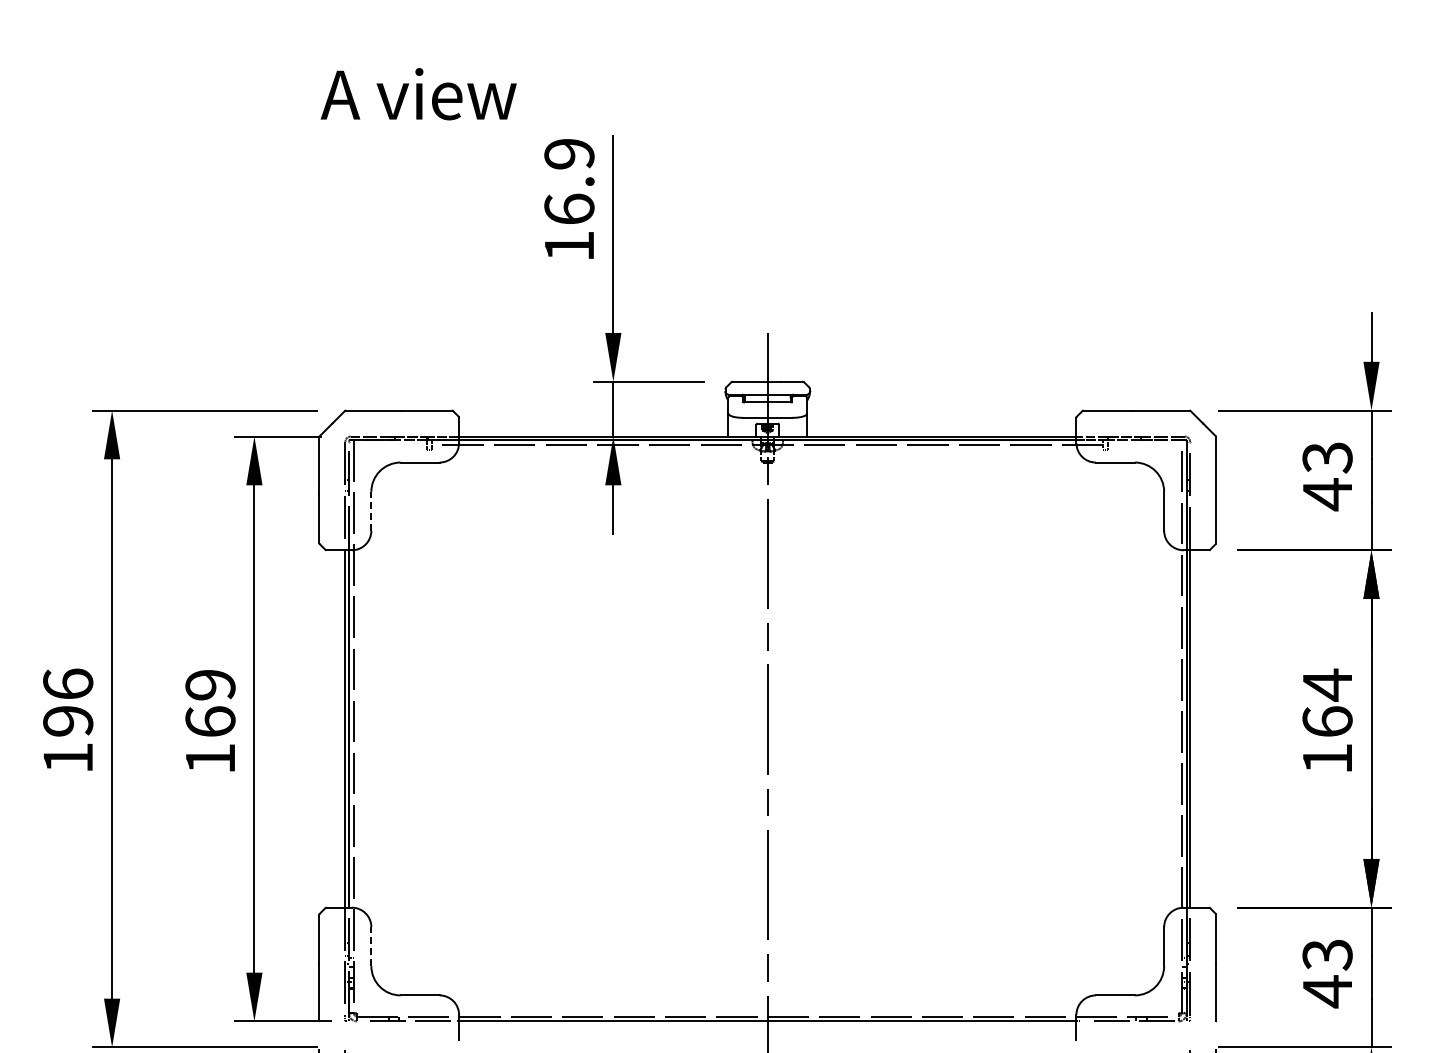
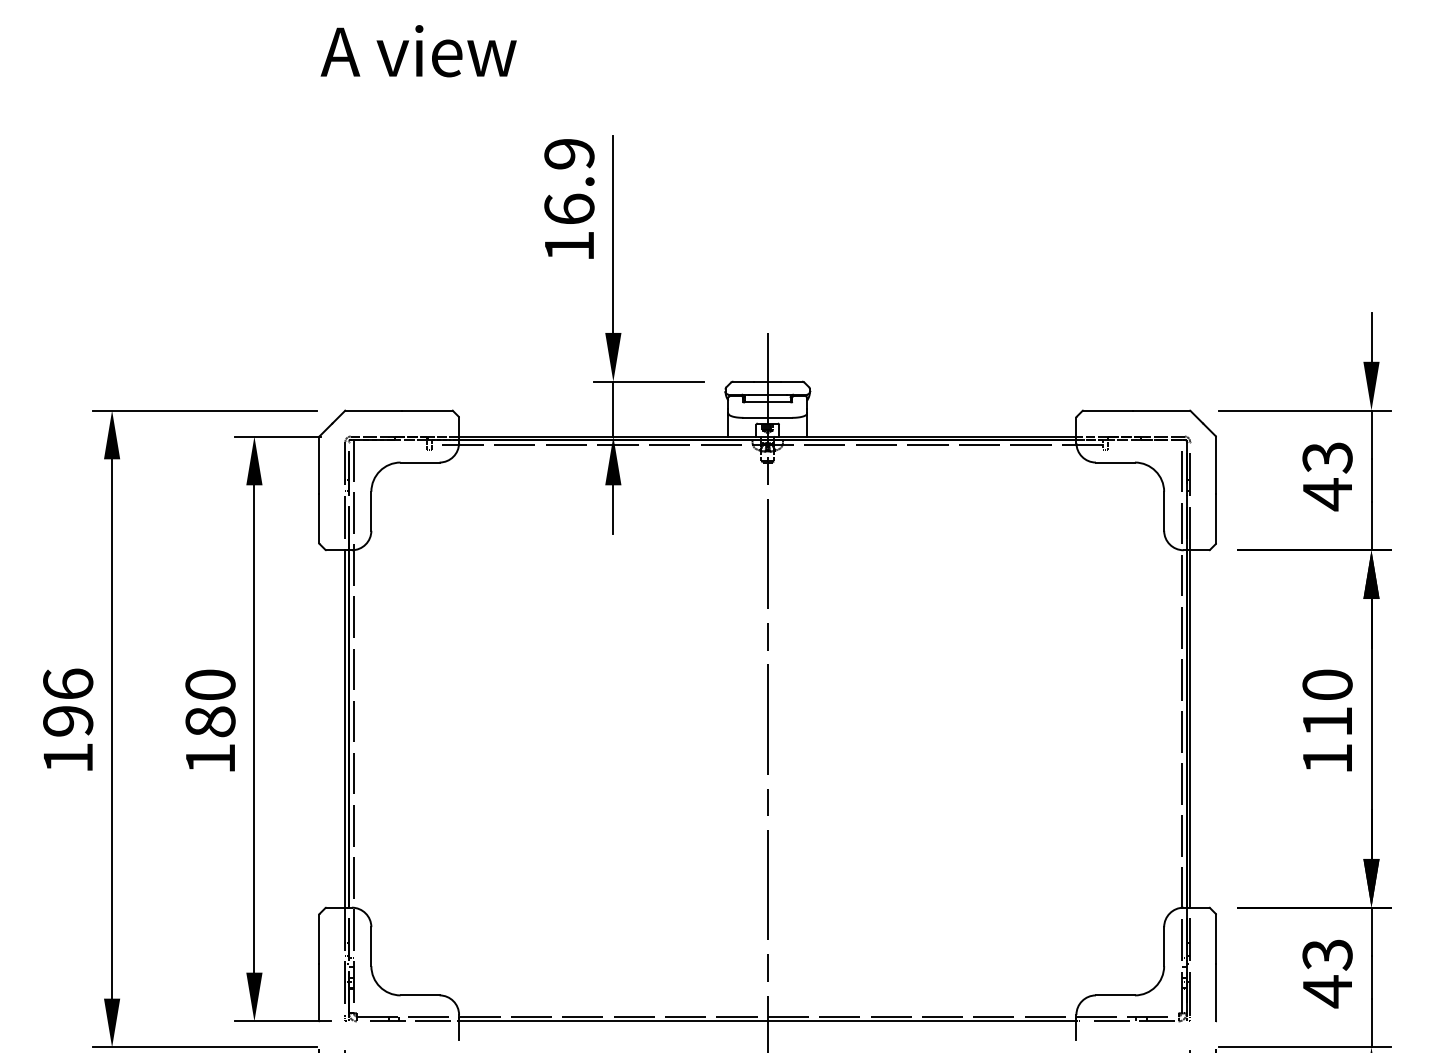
text at (418, 94) position: (418, 94) -> (418, 51)
line at (371, 510): dashed -> solid
text at (1327, 702): 164 -> 110
text at (210, 703): 169 -> 180
line at (371, 946): dashed -> solid
